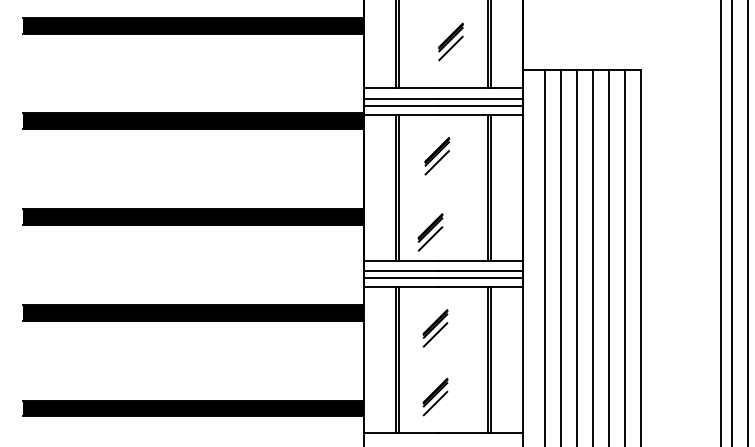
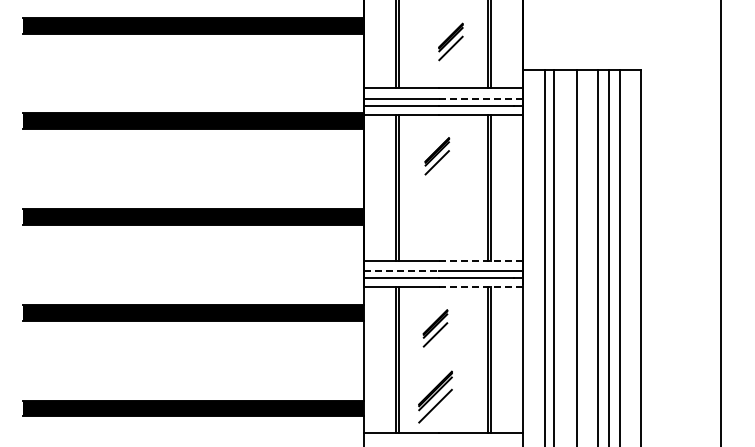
line at (481, 99): solid -> dashed
line at (732, 222): present -> none
line at (748, 222): present -> none
part at (430, 232): present -> none
line at (561, 256) position: (561, 256) -> (554, 256)
line at (593, 256) position: (593, 256) -> (598, 256)
line at (624, 256) position: (624, 256) -> (619, 256)
line at (481, 260): solid -> dashed
line at (401, 271): solid -> dashed
line at (481, 287): solid -> dashed
part at (435, 396) size: 27x40 px -> 35x54 px
